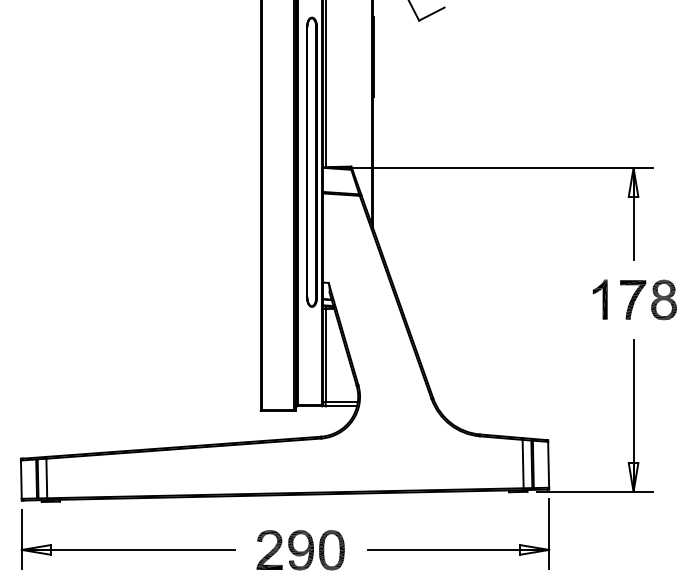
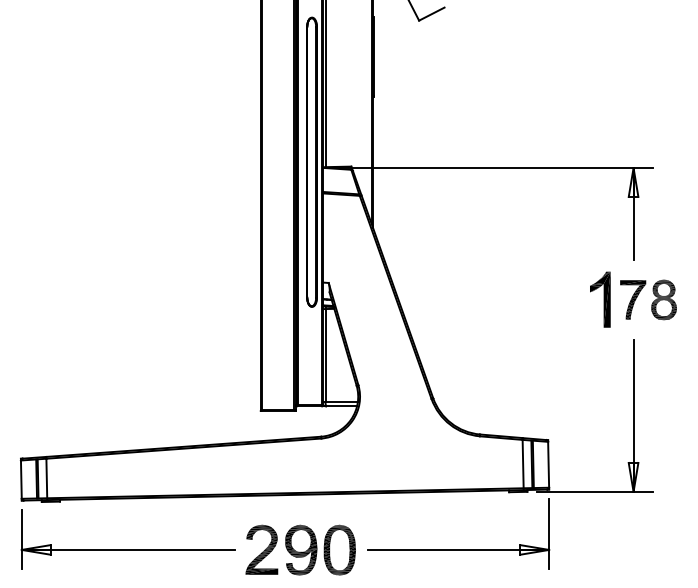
part at (599, 299) size: 16x41 px -> 21x57 px
part at (300, 550) size: 89x41 px -> 111x52 px
